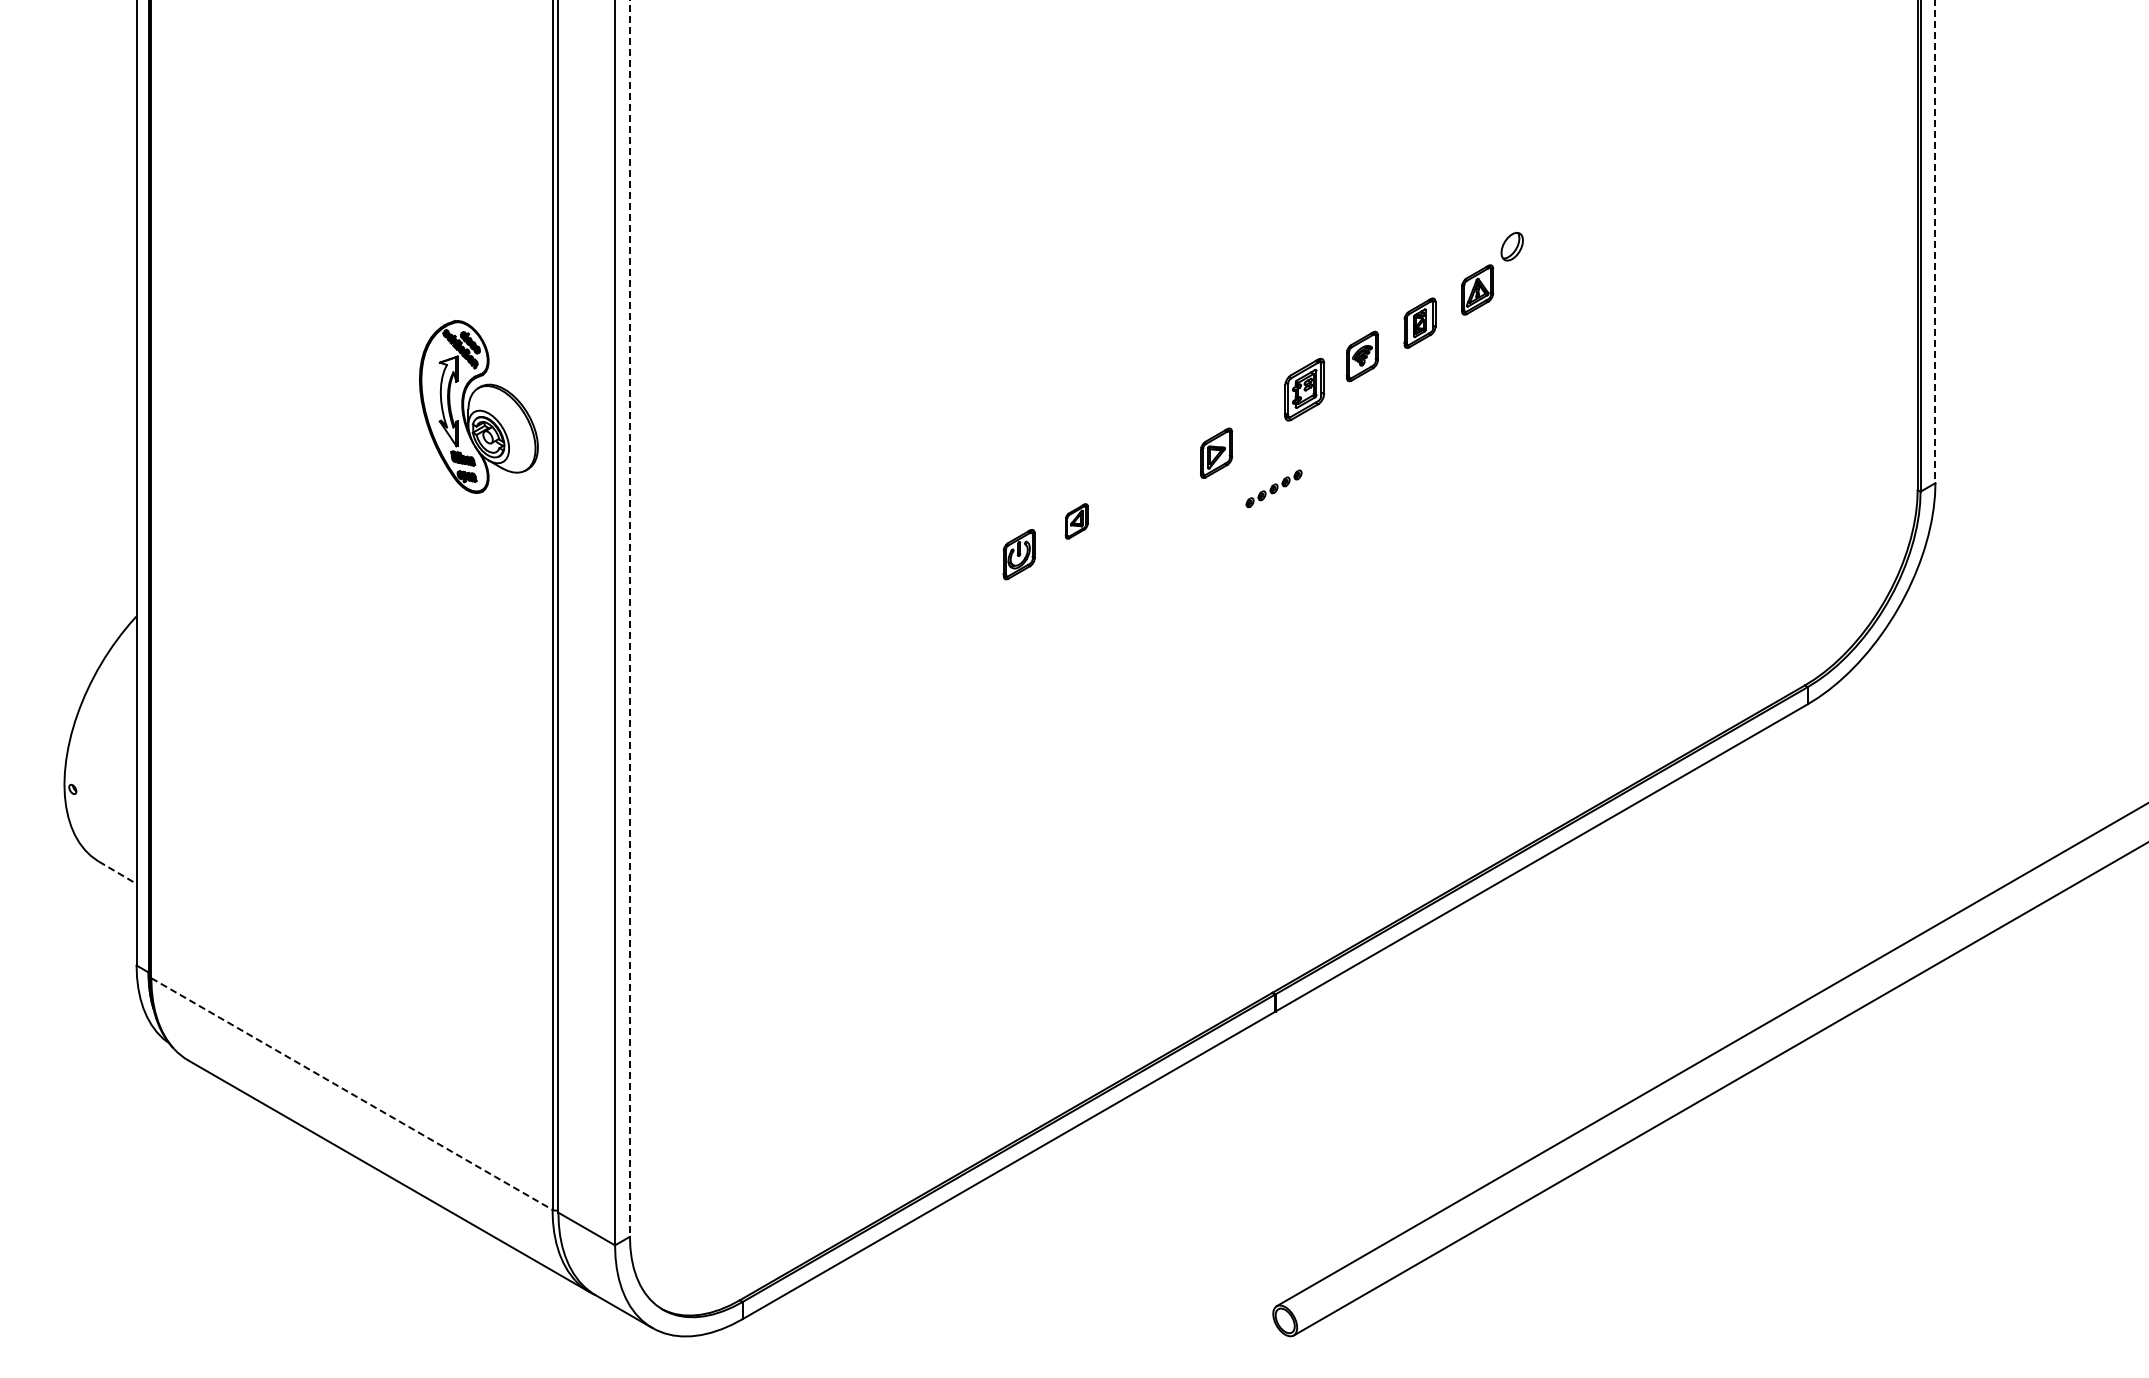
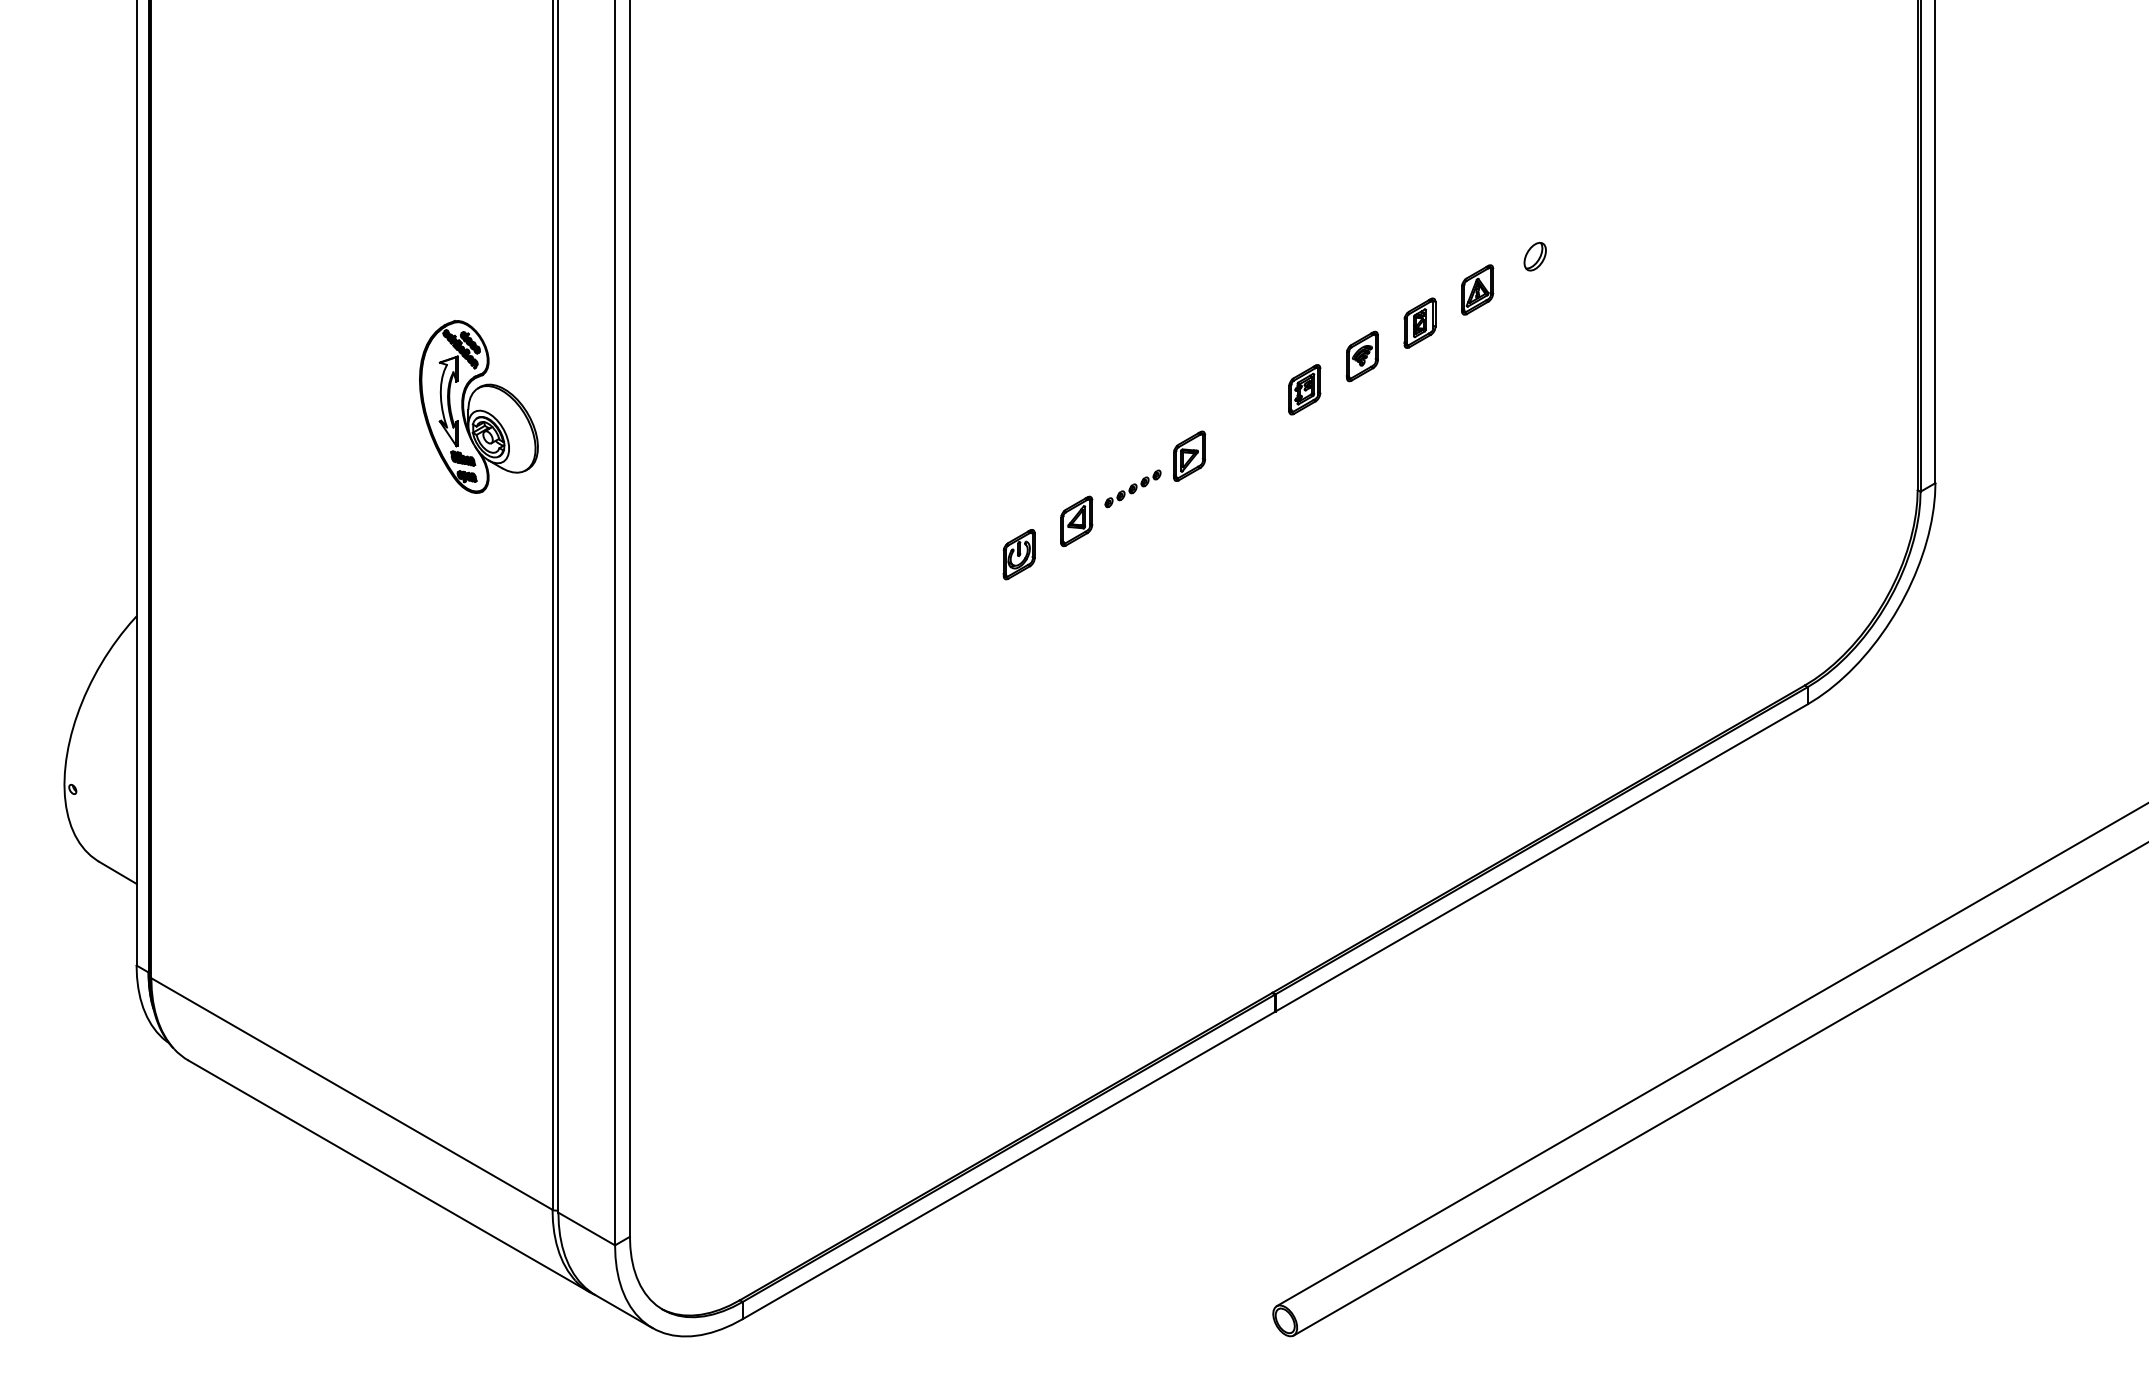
line at (1935, 242): dashed -> solid
part at (1511, 246) position: (1511, 246) -> (1534, 256)
part at (1304, 389) size: 42x65 px -> 34x52 px
part at (1216, 452) position: (1216, 452) -> (1189, 455)
part at (1273, 488) position: (1273, 488) -> (1132, 488)
part at (1076, 521) size: 25x37 px -> 34x53 px
line at (629, 618): dashed -> solid
line at (117, 872): dashed -> solid
line at (351, 1094): dashed -> solid
